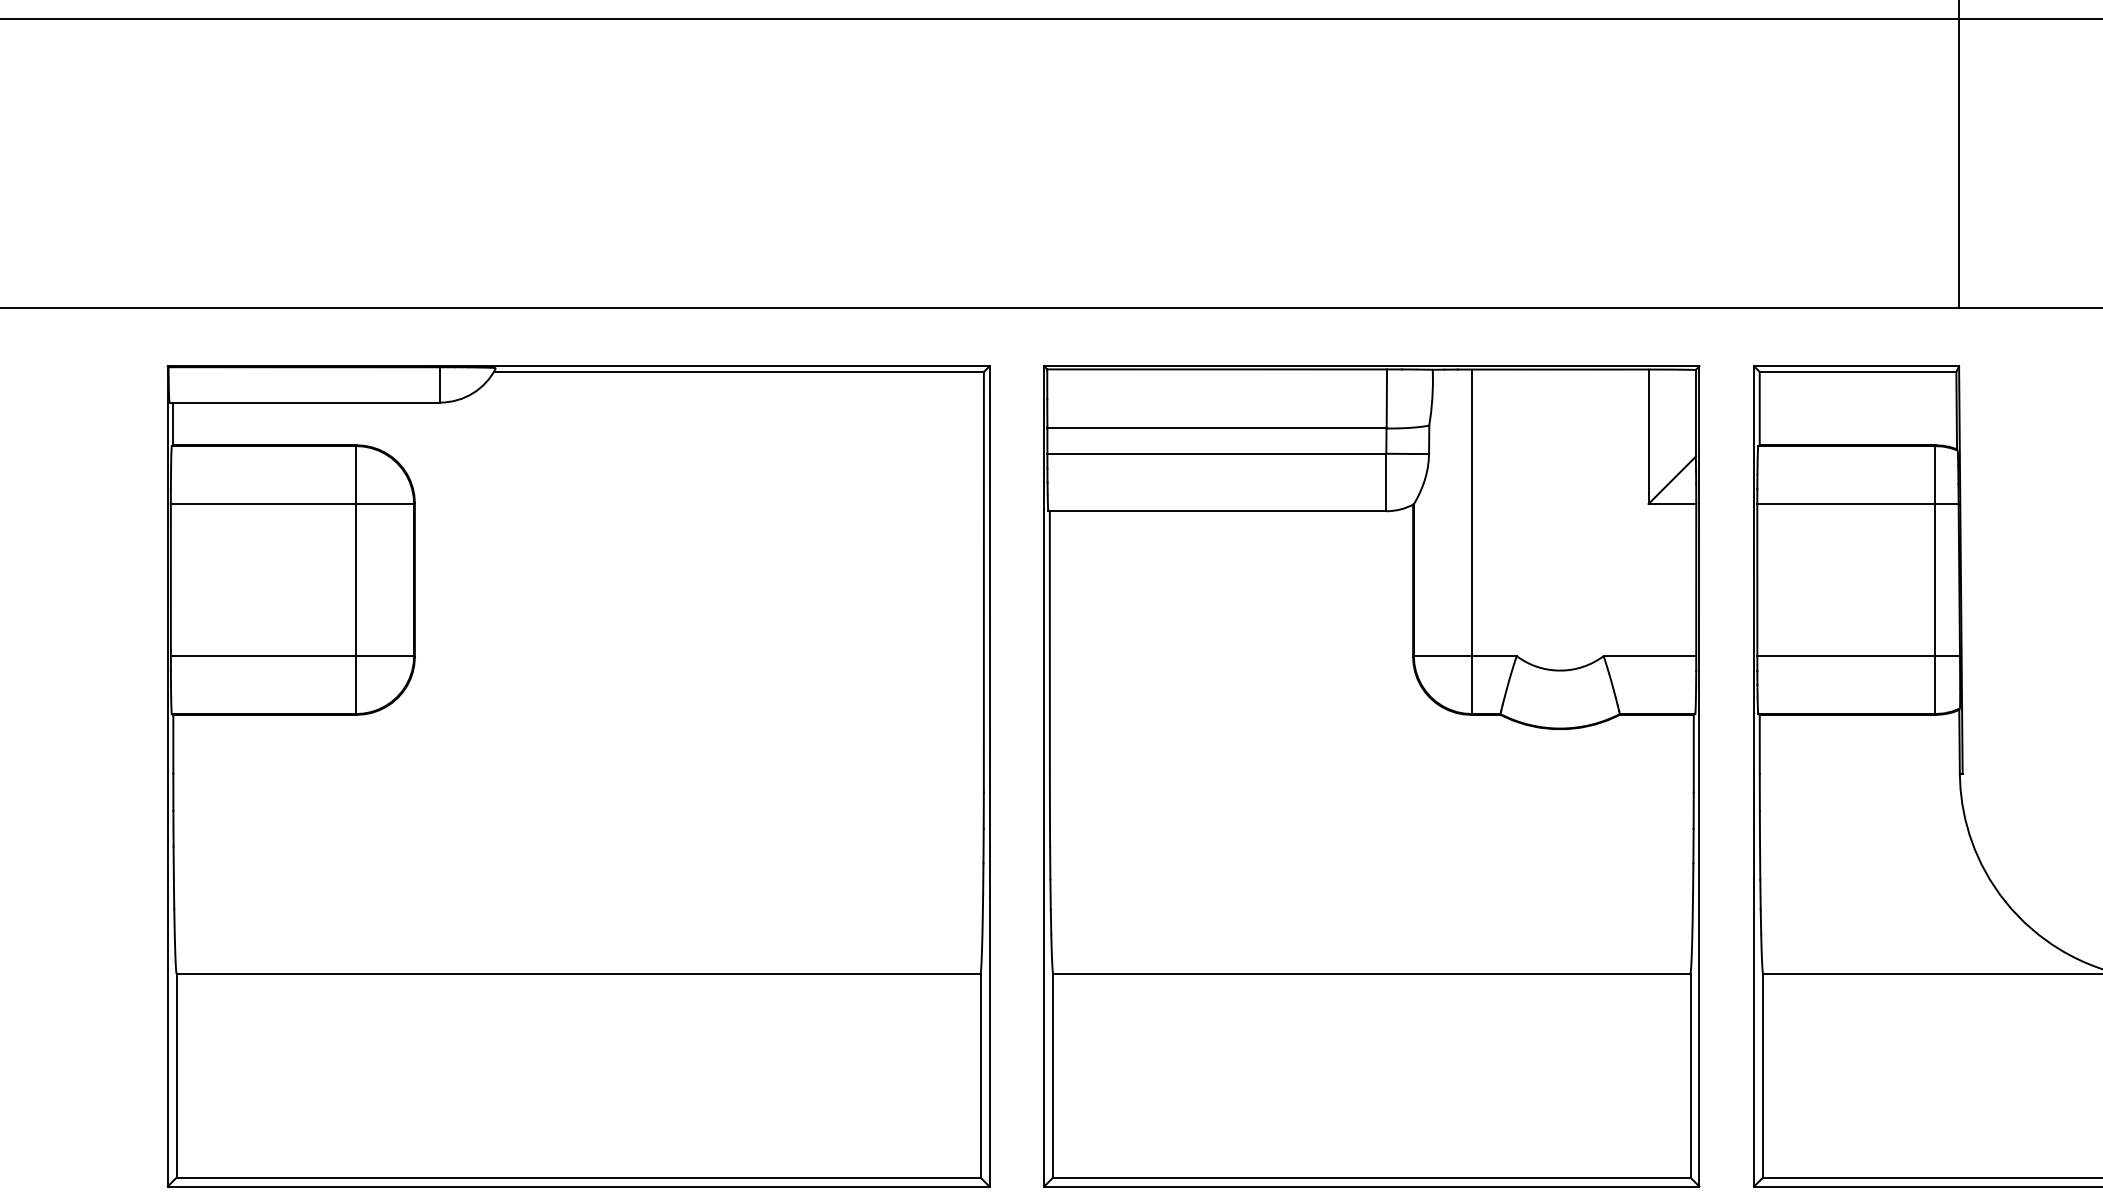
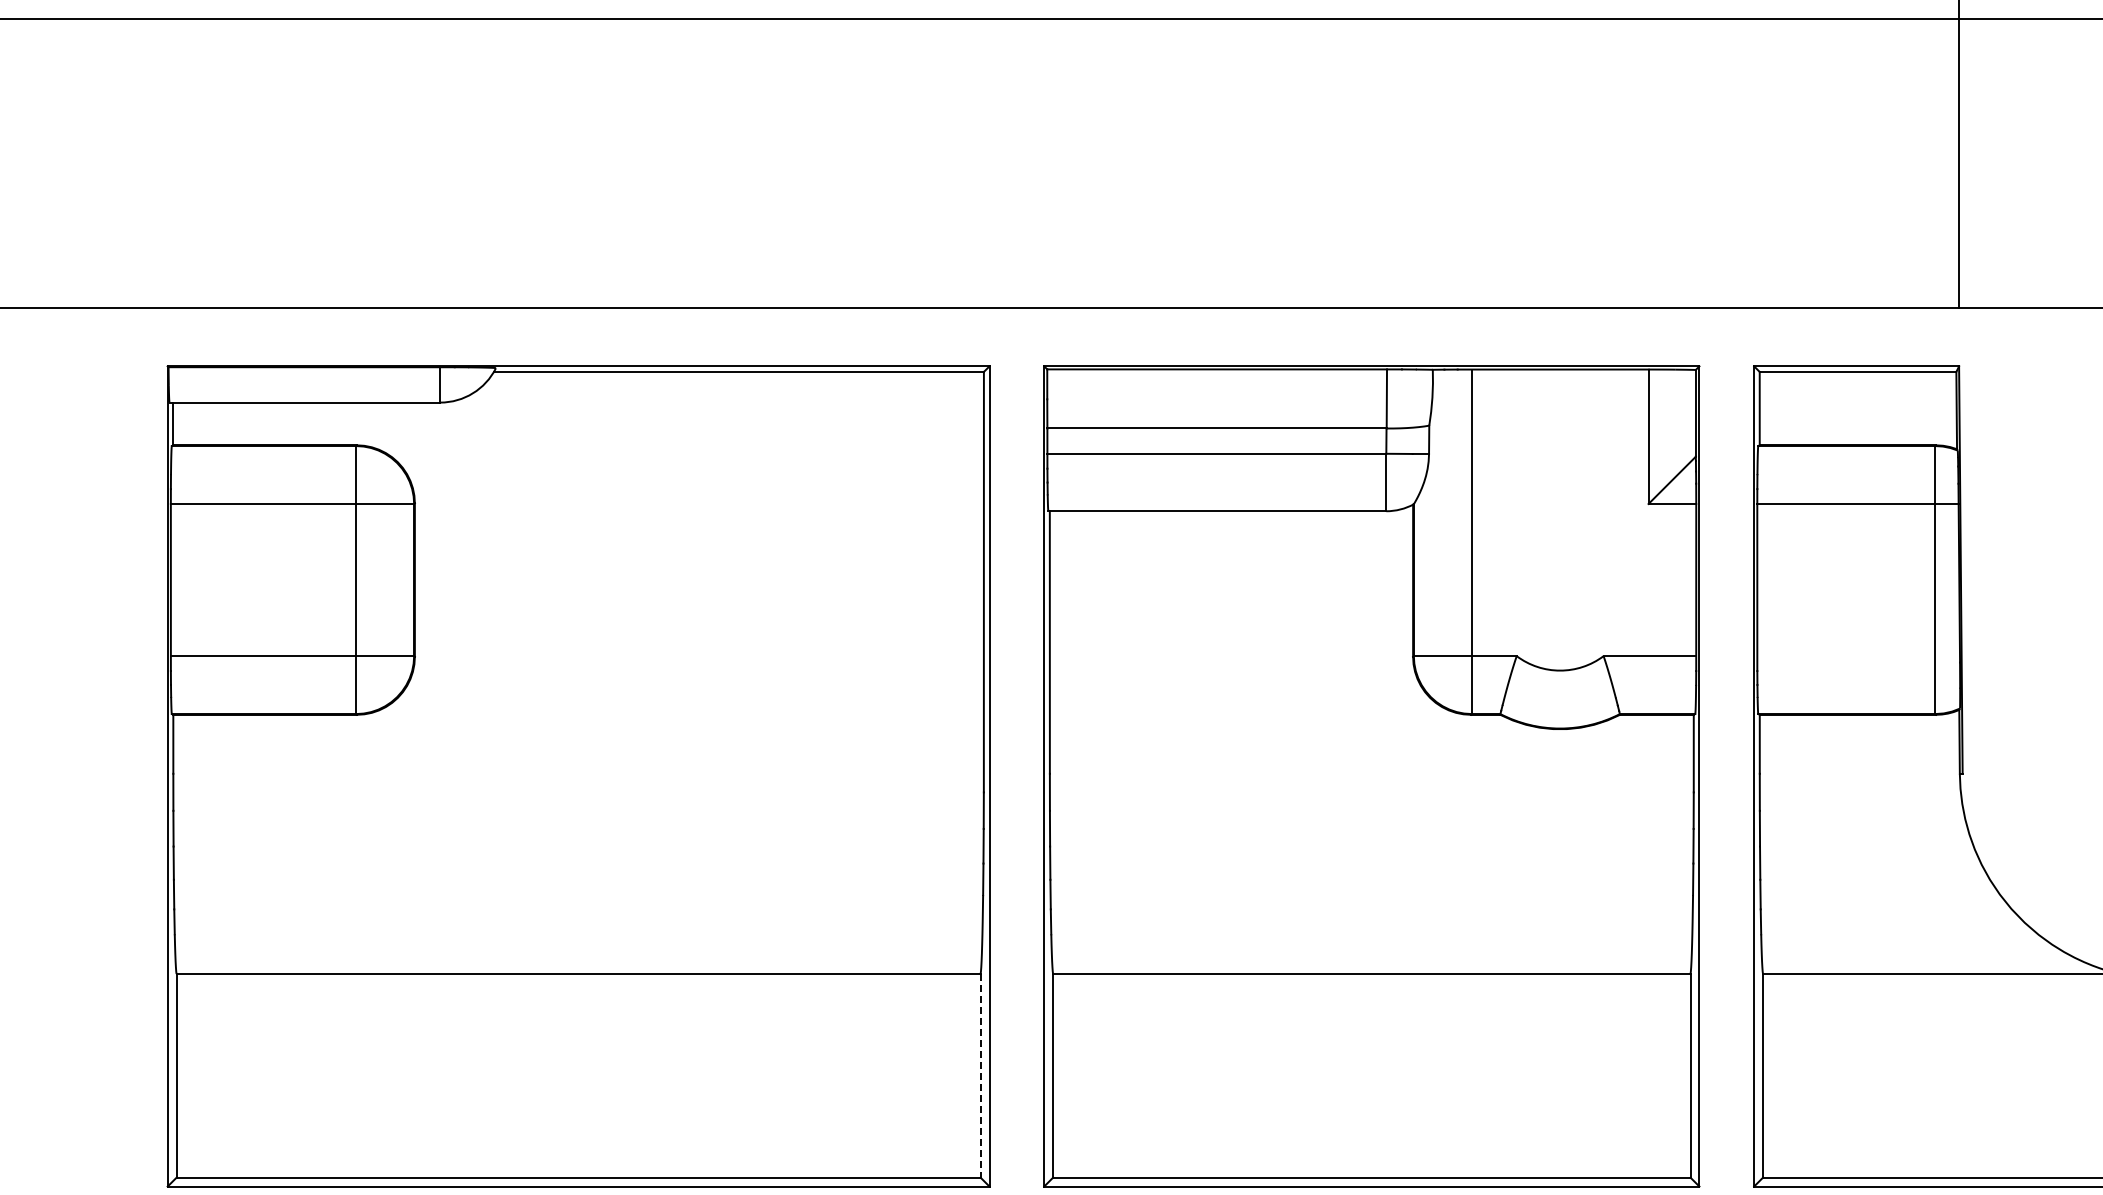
line at (1858, 656): present -> none
line at (980, 1075): solid -> dashed
